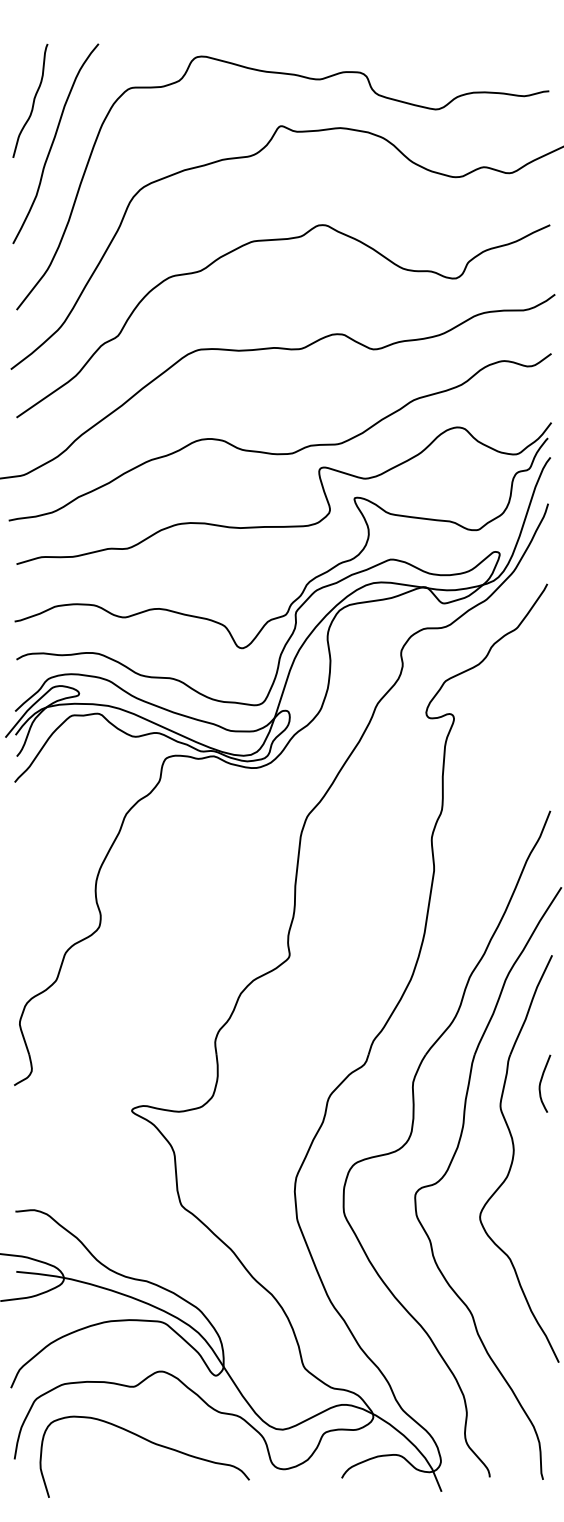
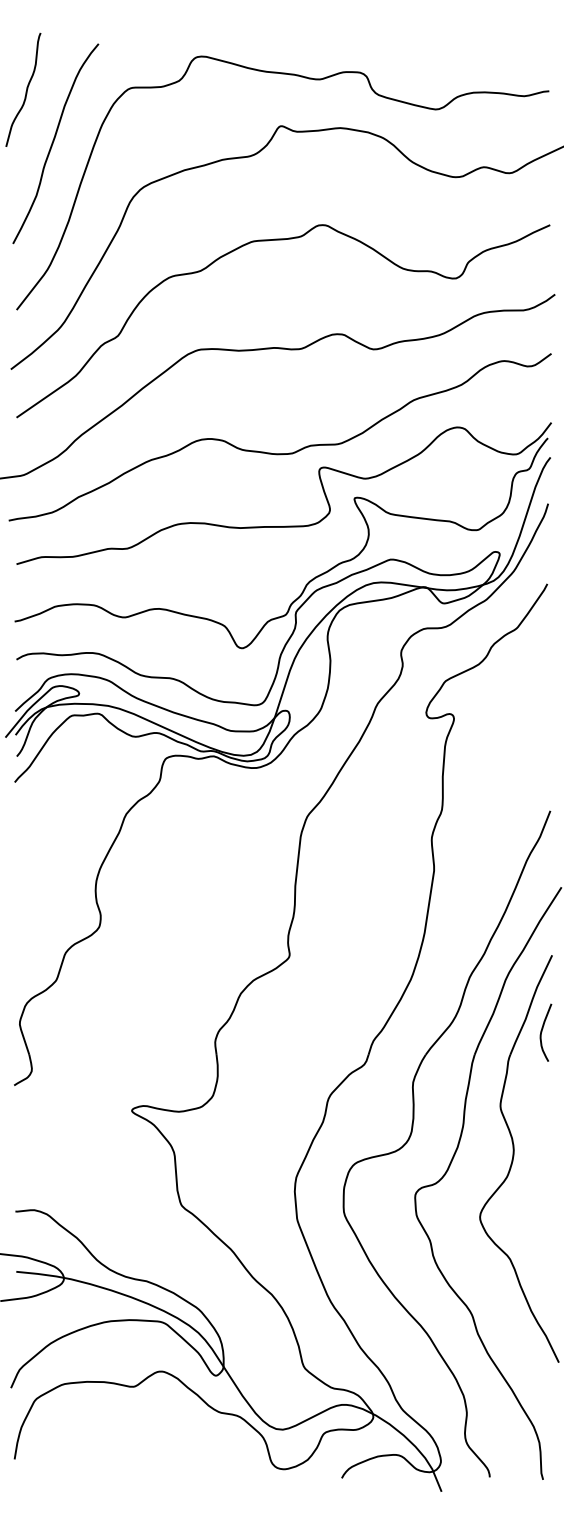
curve at (32, 102) position: (32, 102) -> (25, 91)
curve at (541, 1083) position: (541, 1083) -> (542, 1032)
curve at (151, 1443): present -> none
